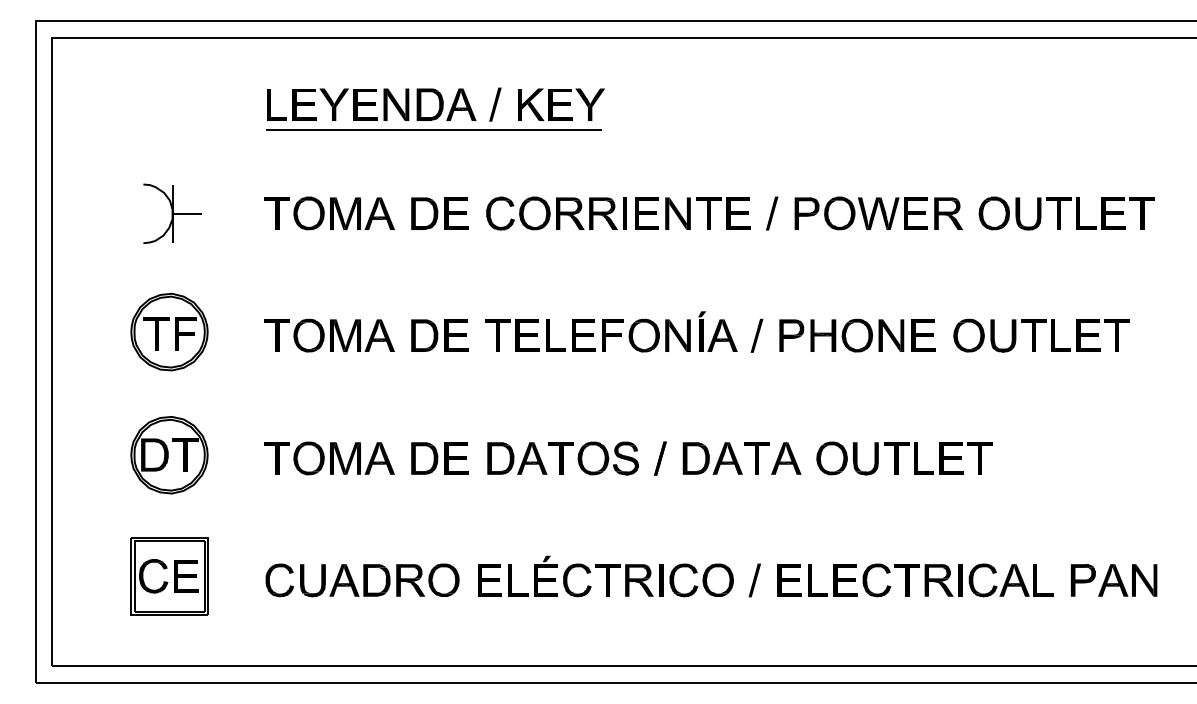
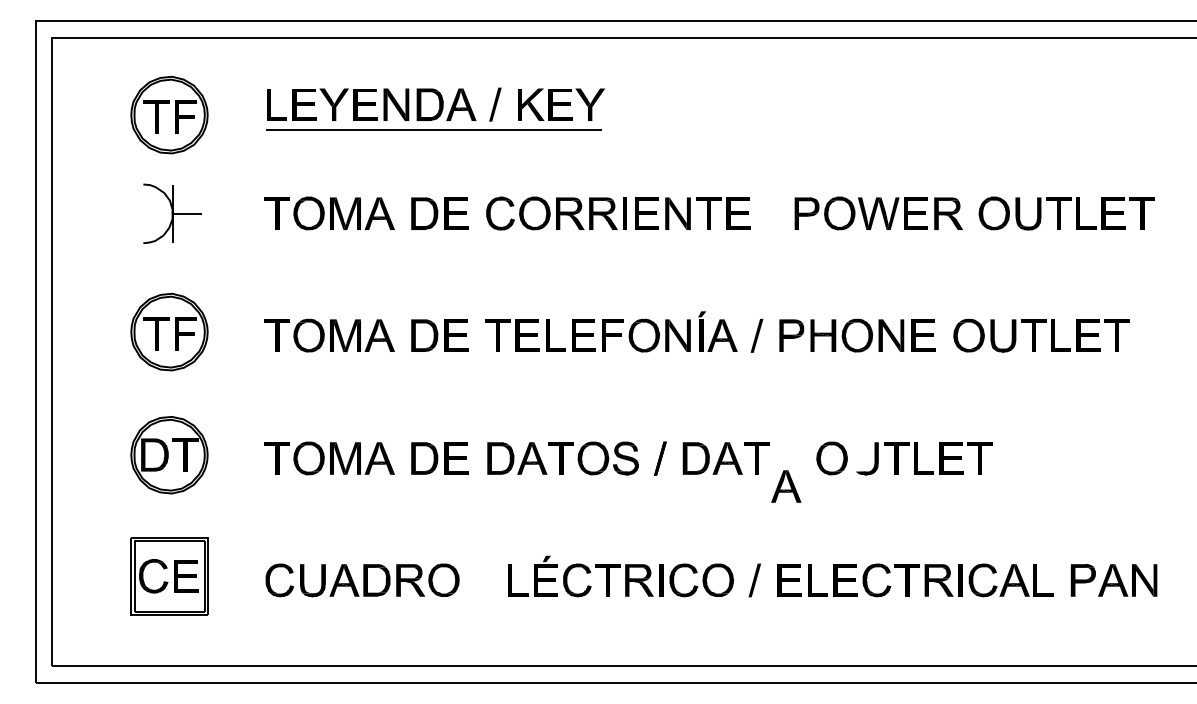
part at (169, 114): none -> present
line at (772, 213): present -> none
fill at (858, 456): present -> none
part at (786, 458) position: (786, 458) -> (786, 486)
fill at (489, 580): present -> none
